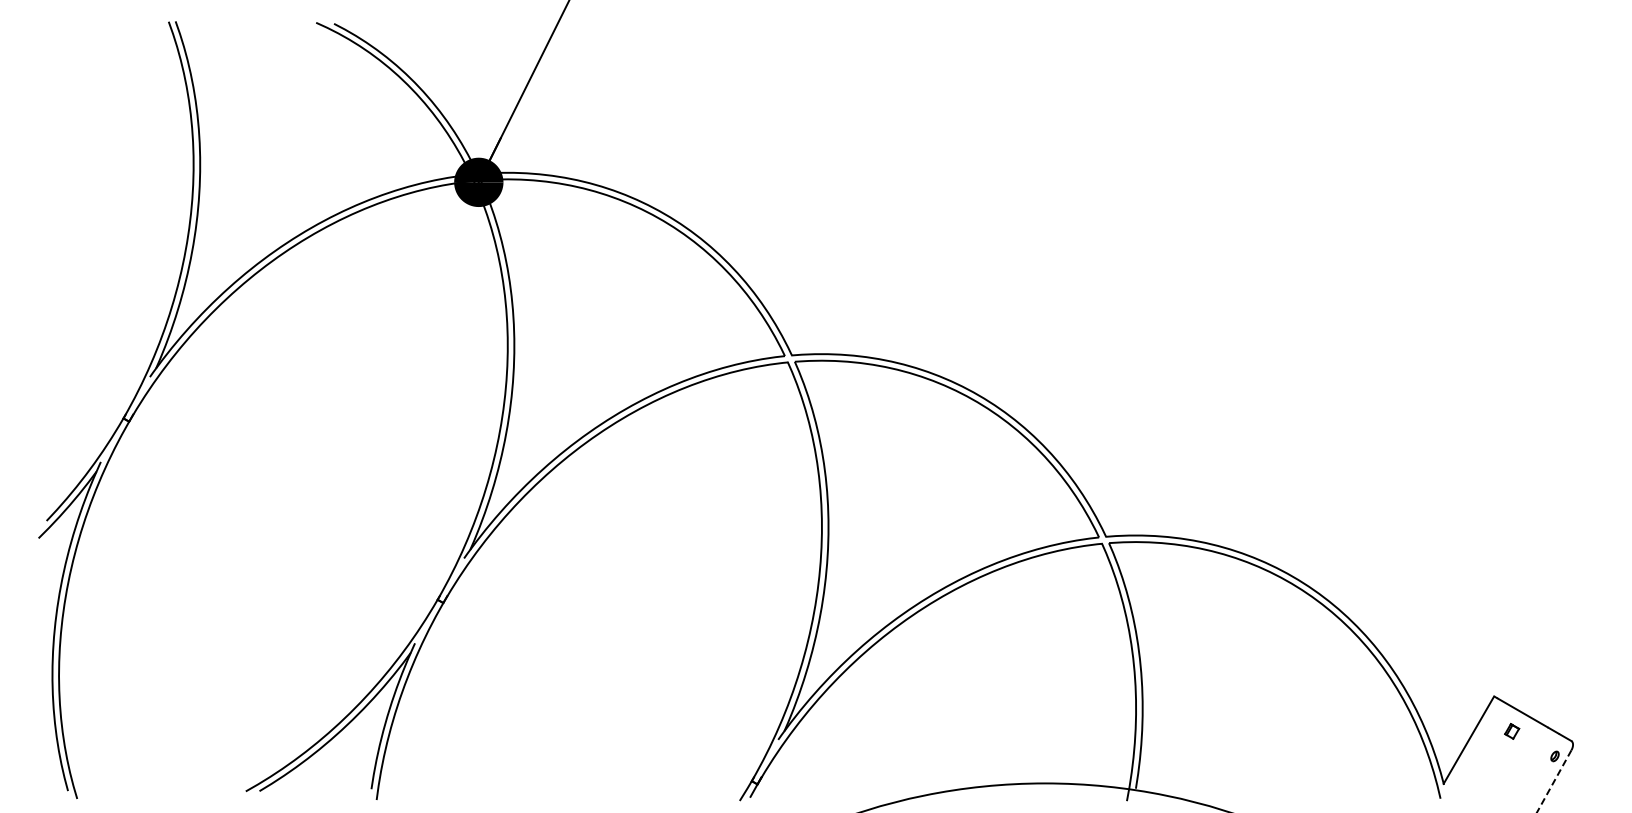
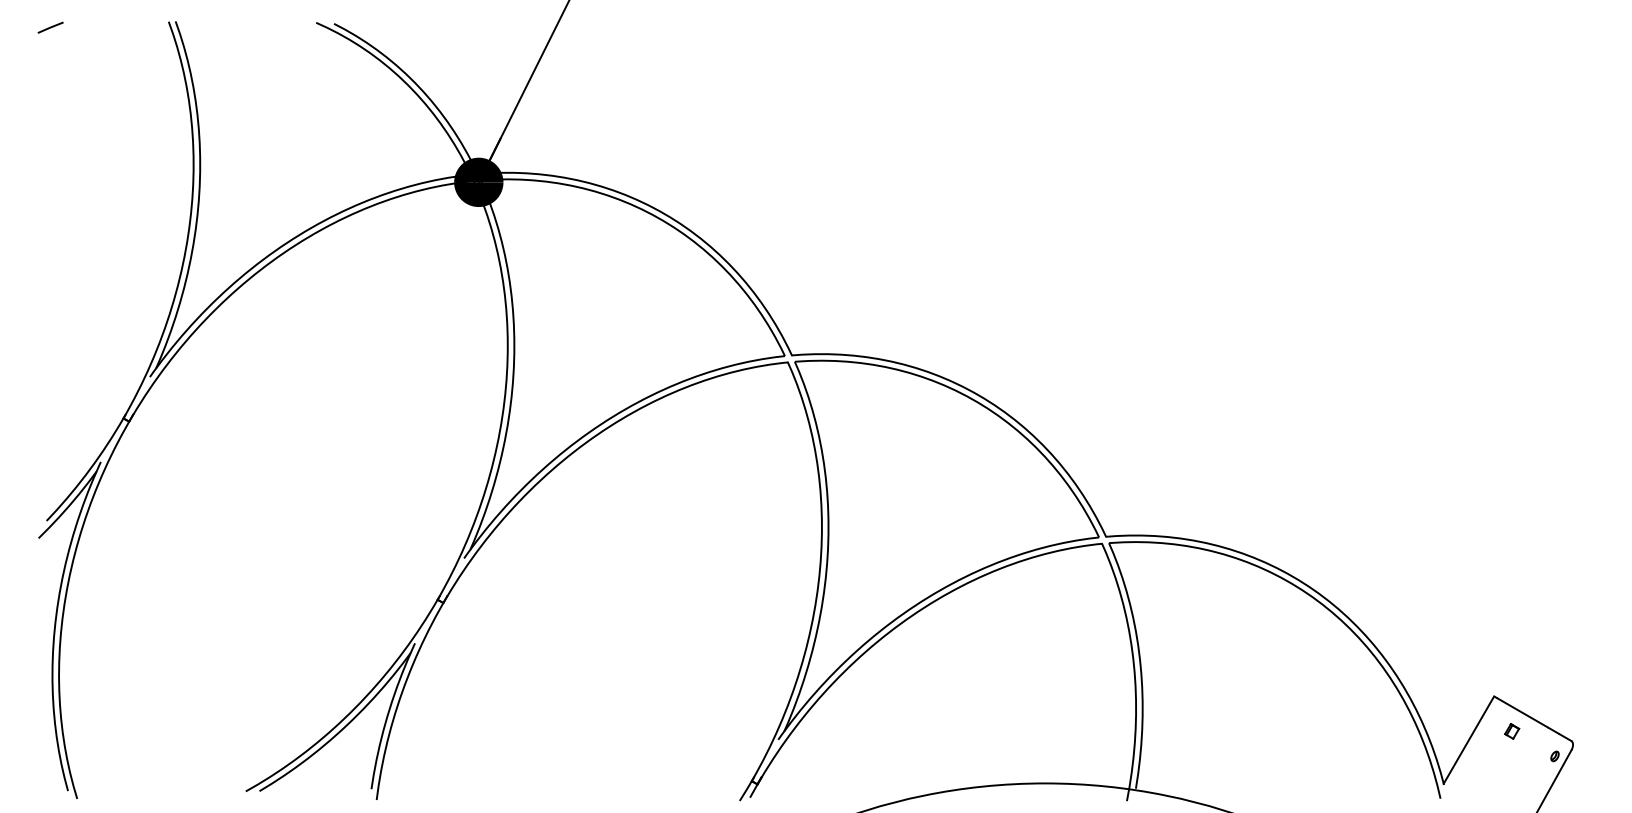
line at (50, 27): none -> present
line at (1554, 781): dashed -> solid
